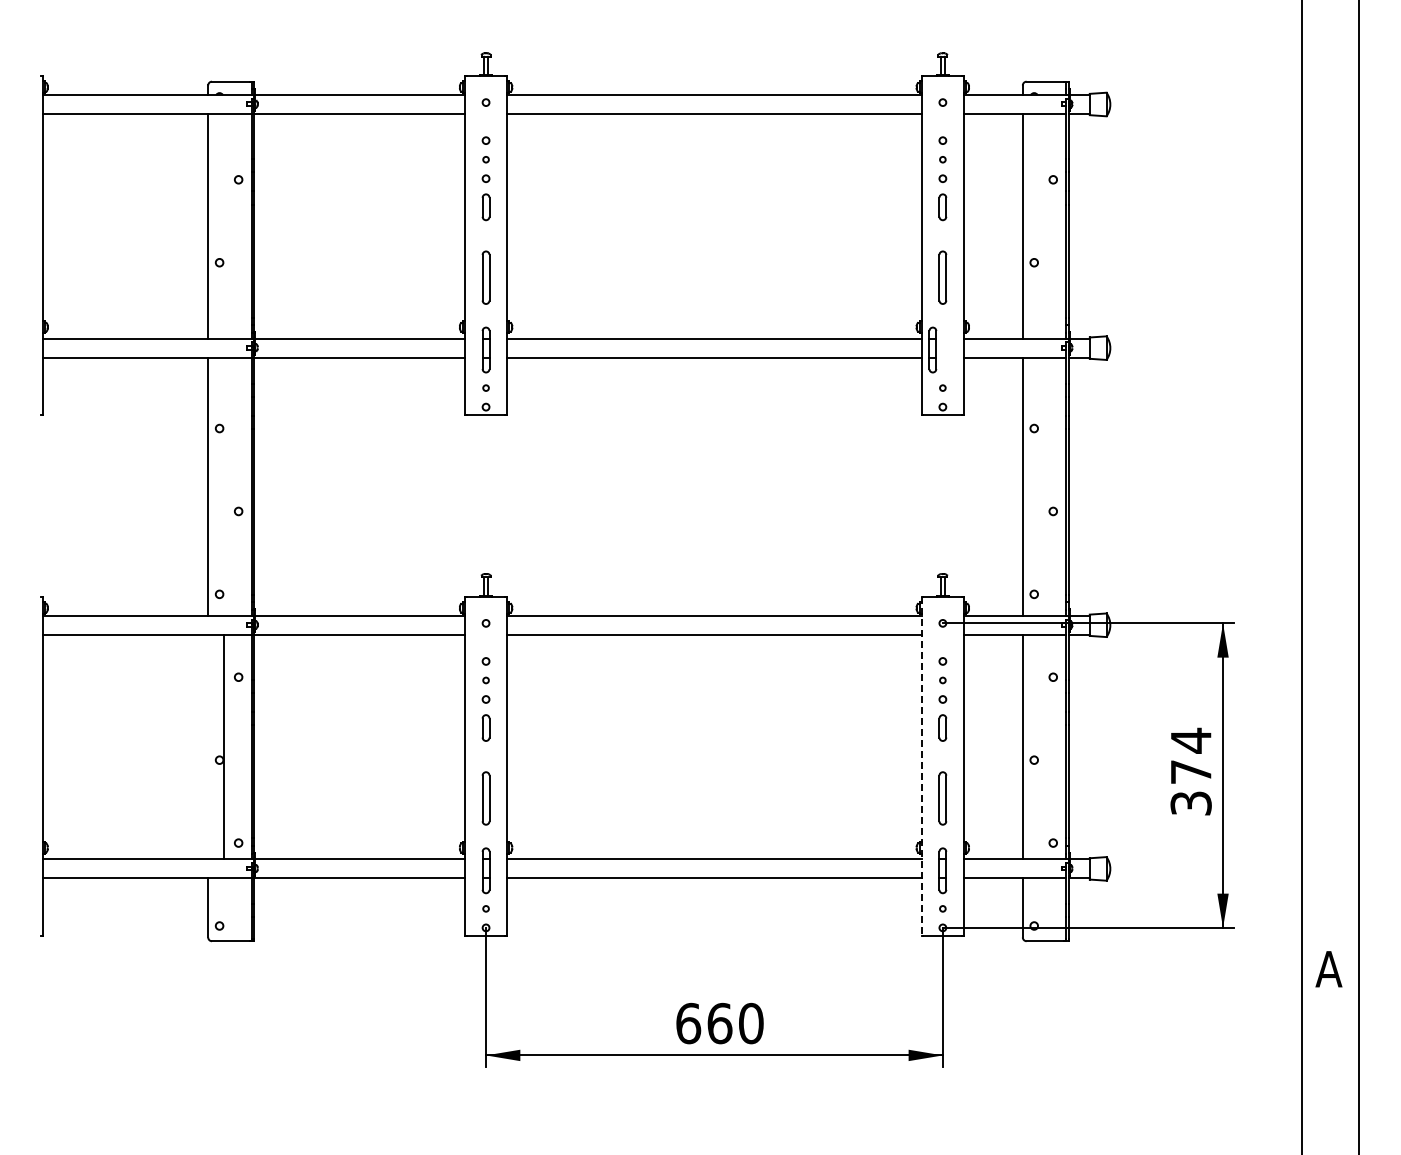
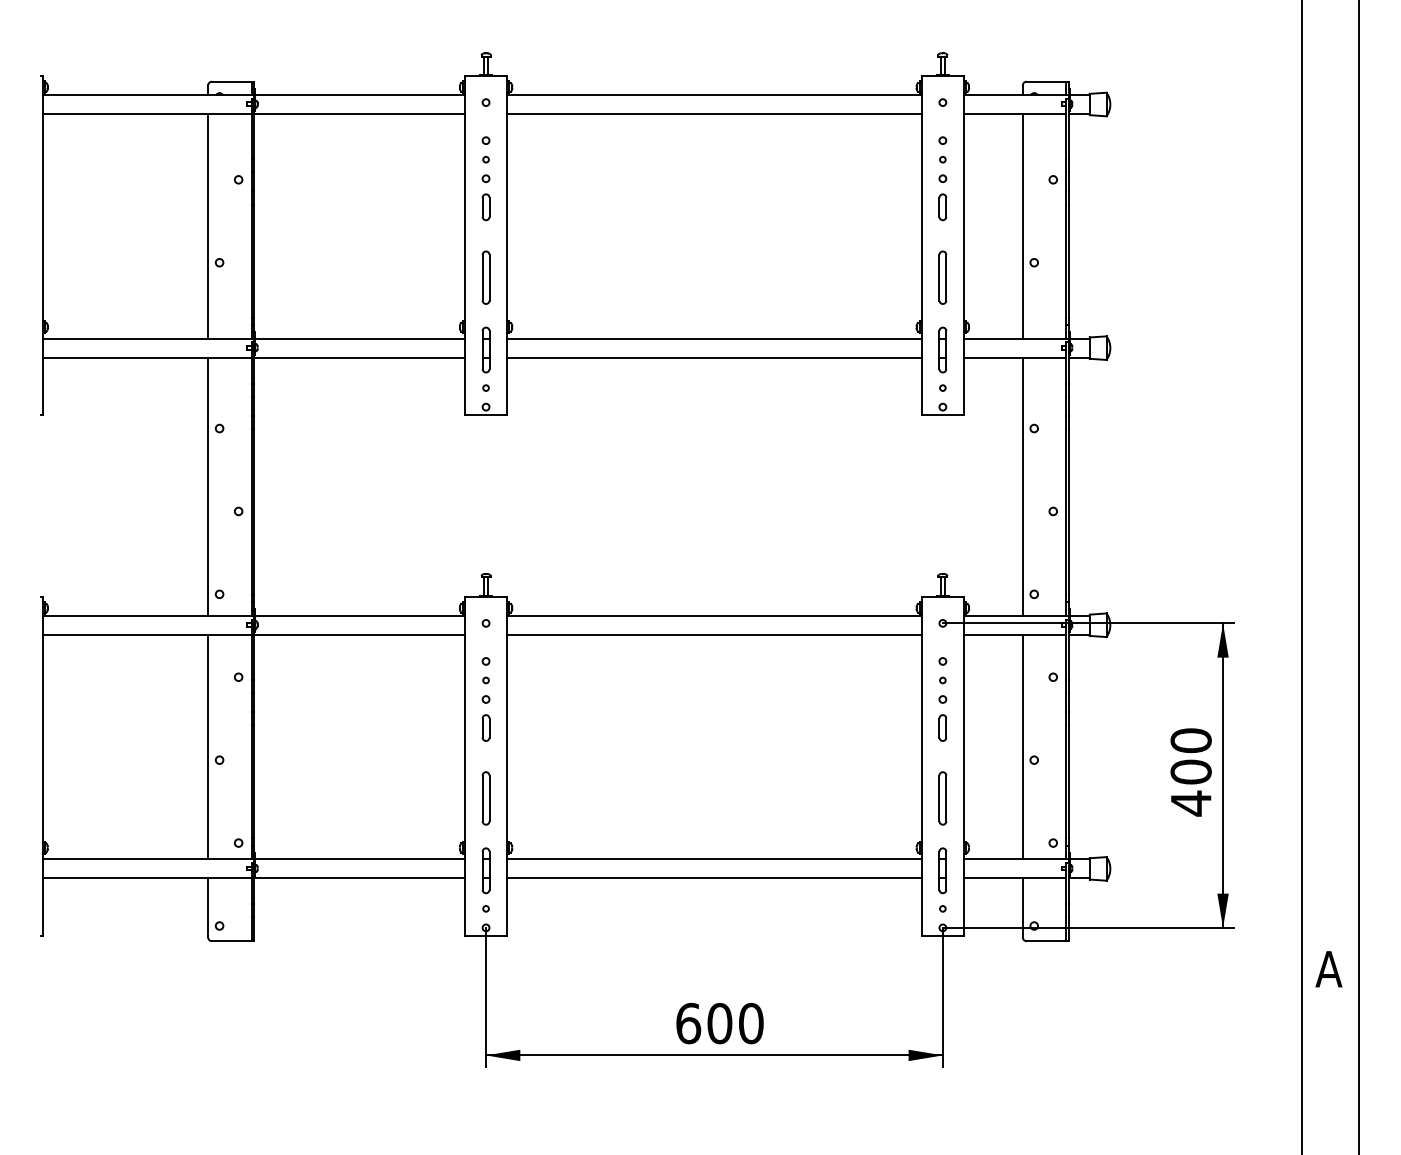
part at (932, 349) position: (932, 349) -> (942, 349)
line at (224, 746) position: (224, 746) -> (208, 746)
line at (921, 766): dashed -> solid
text at (1190, 771): 374 -> 400
text at (719, 1023): 660 -> 600
